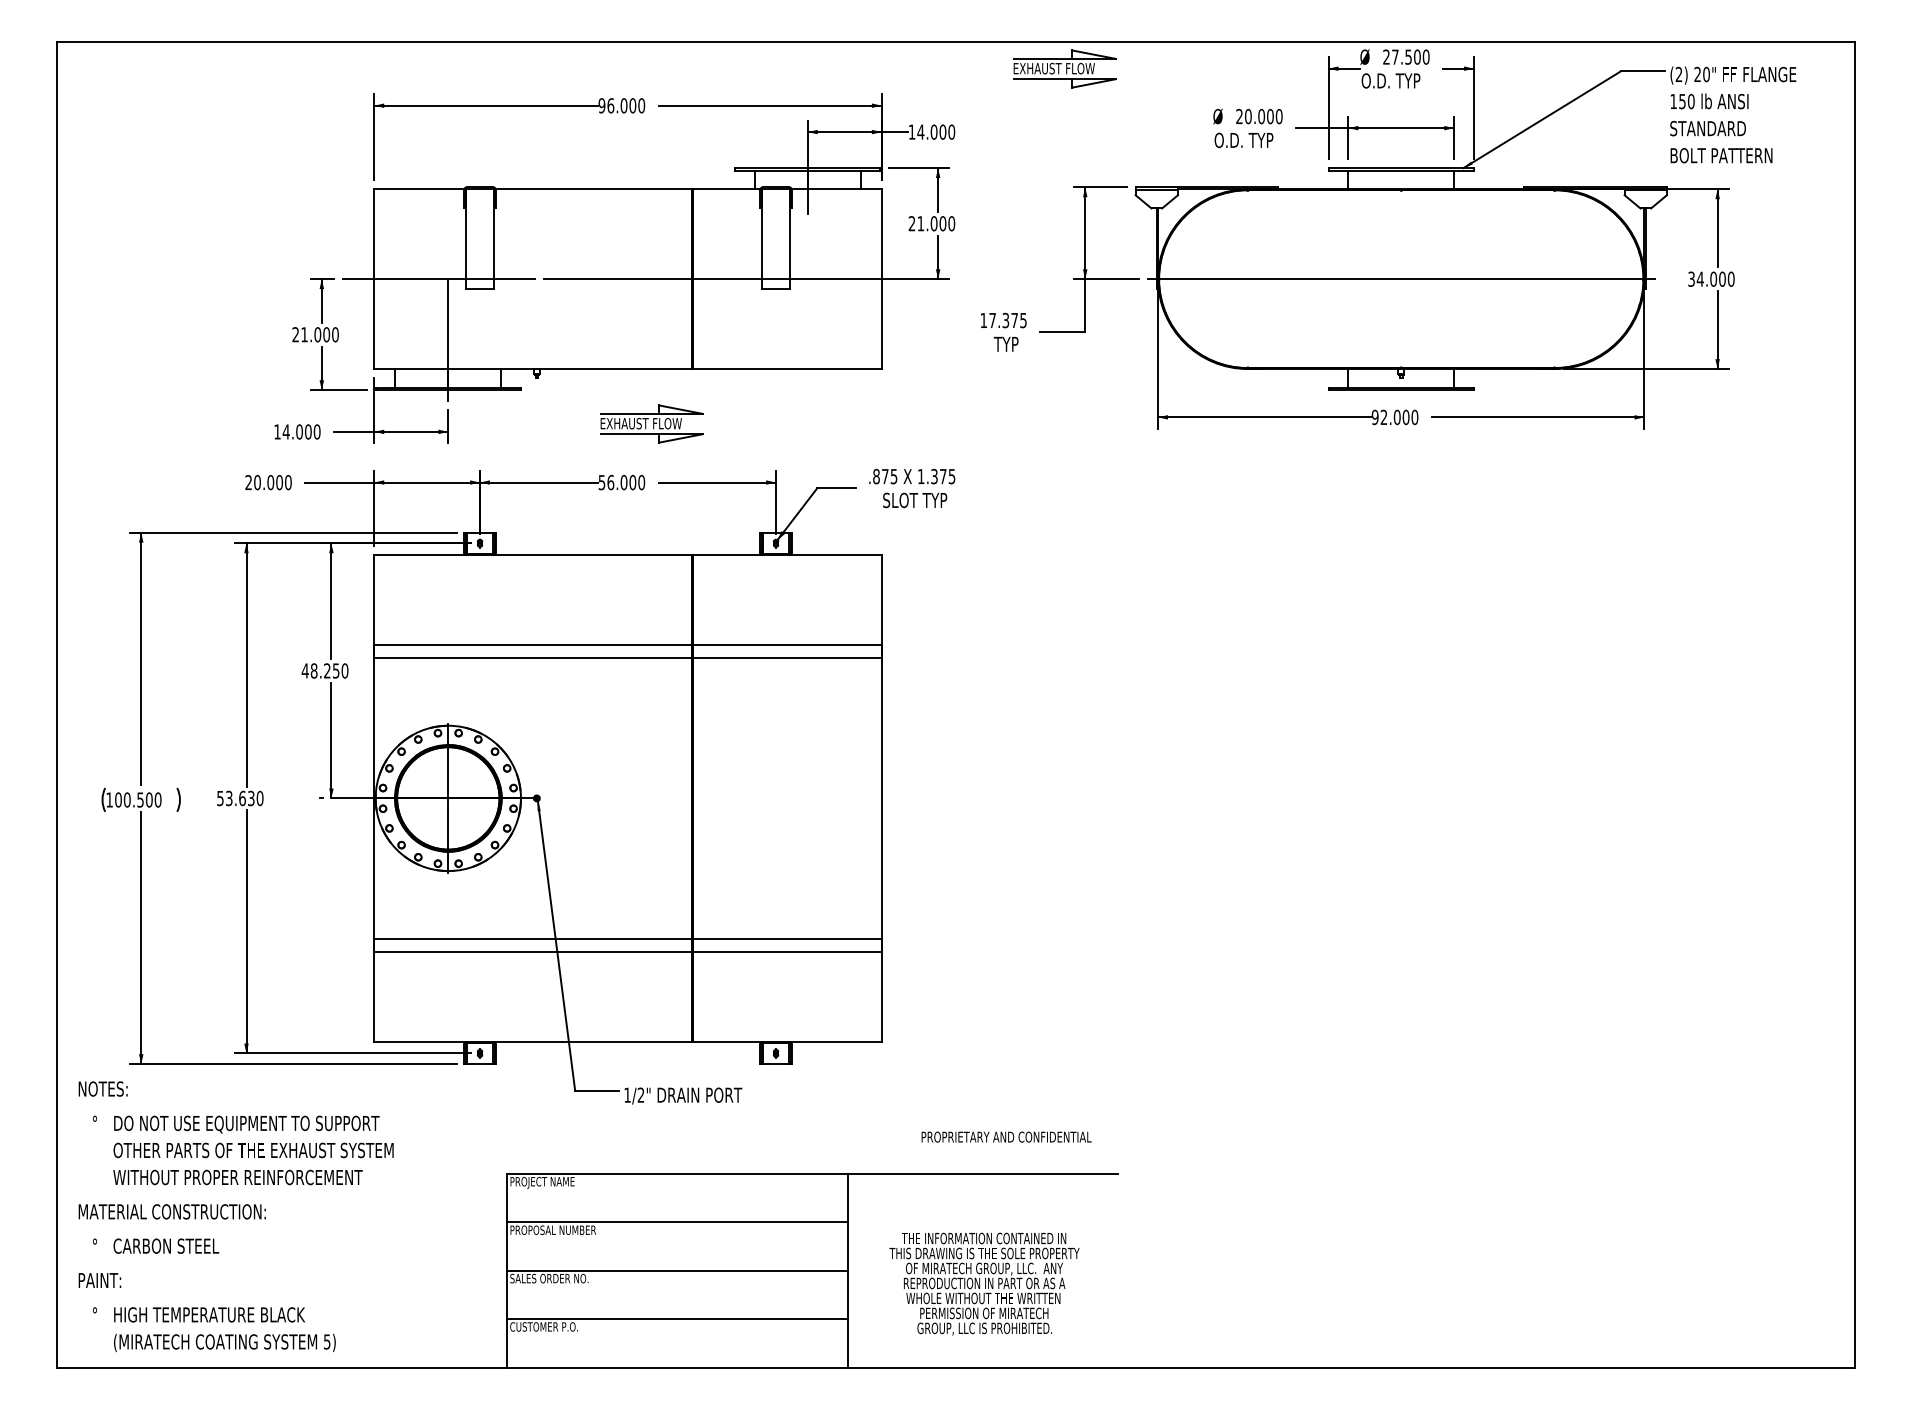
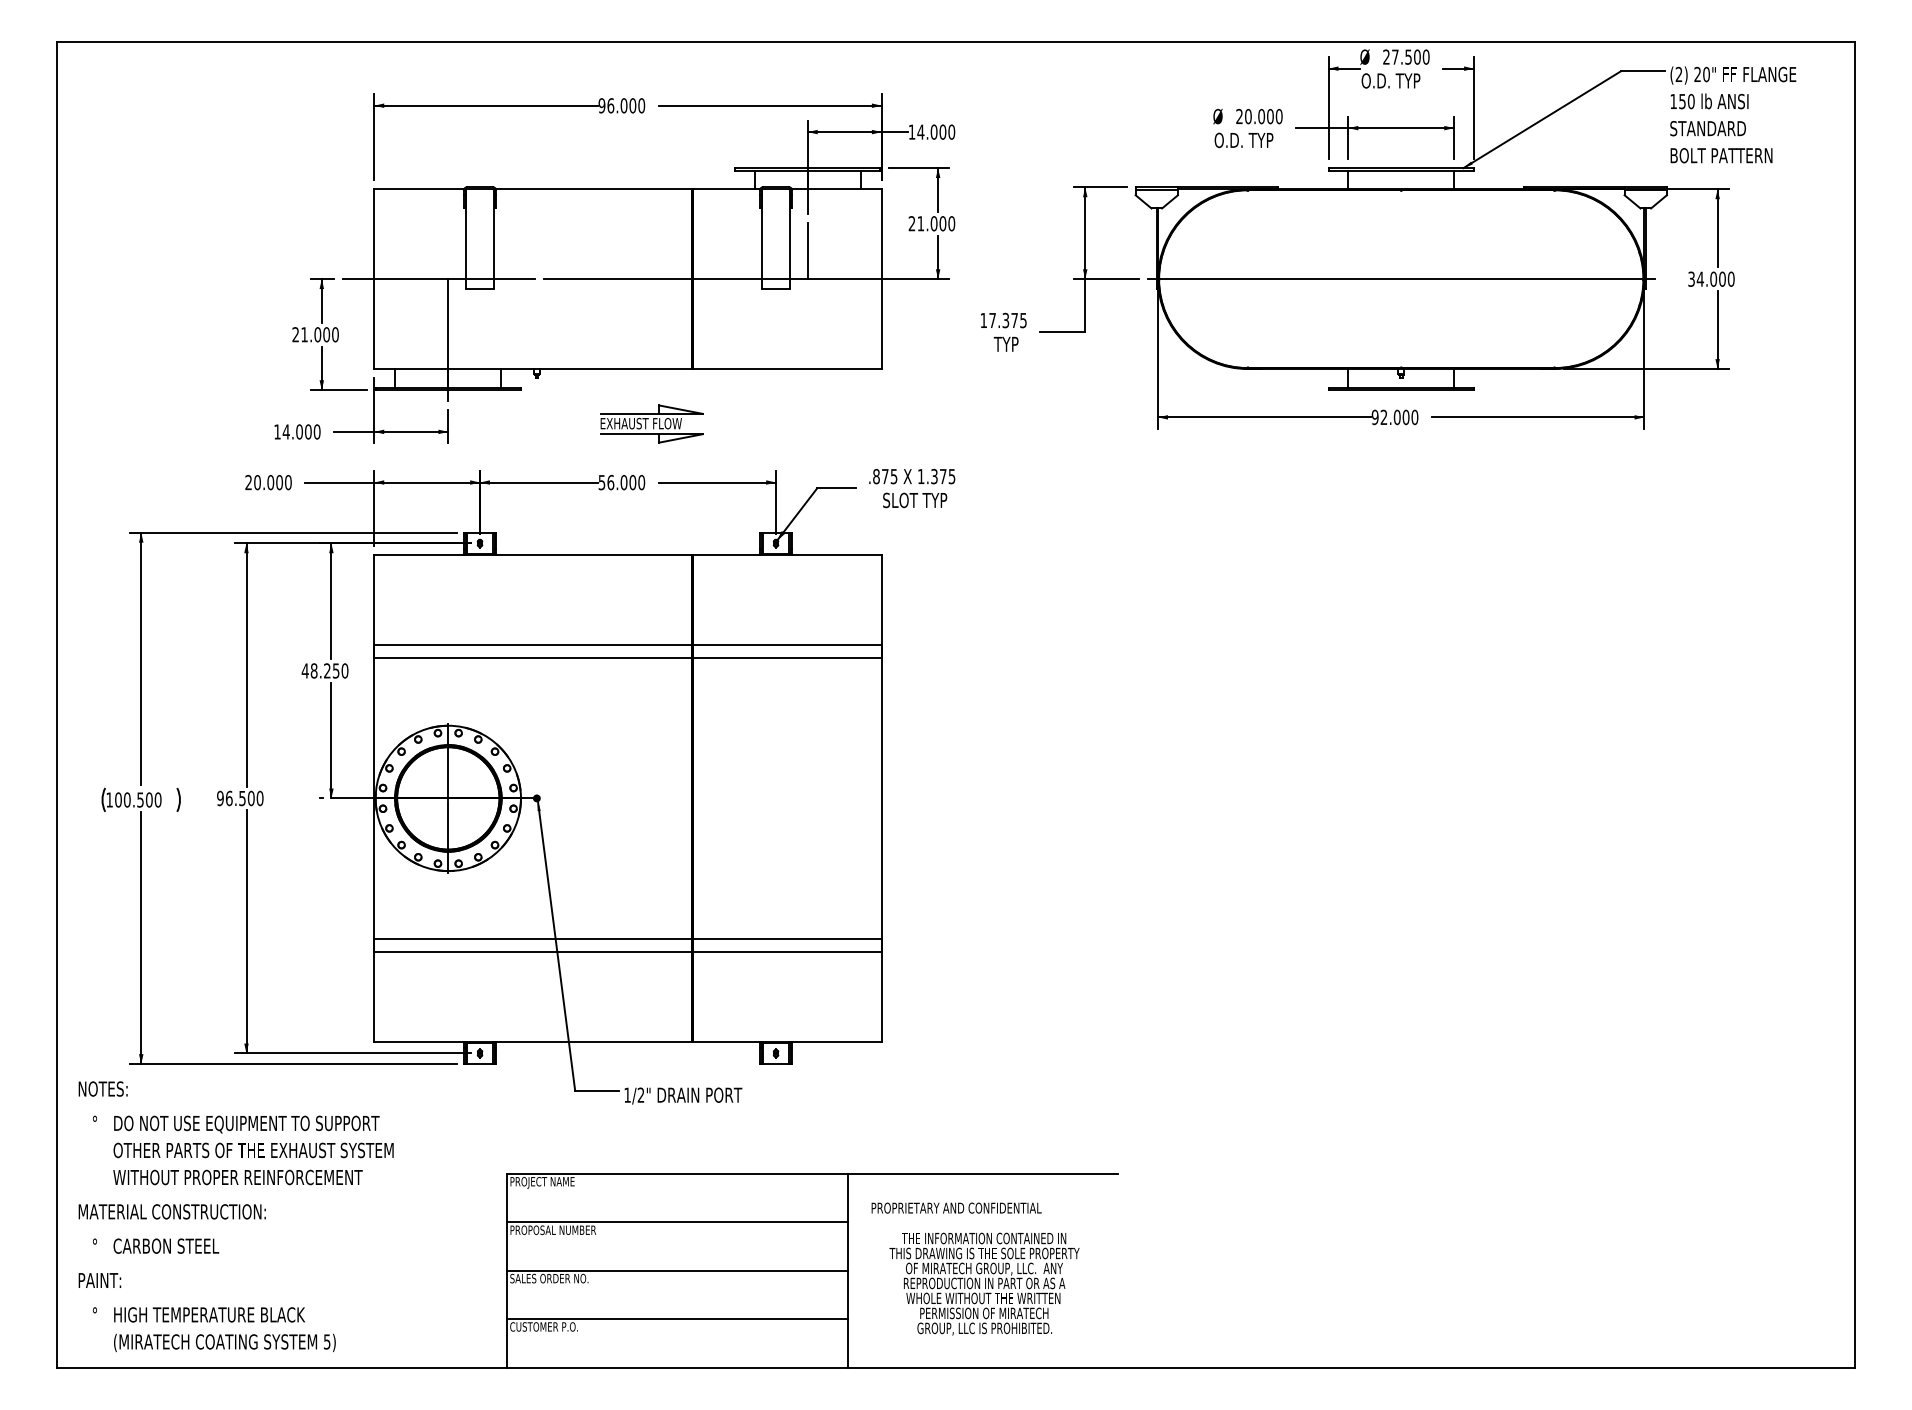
part at (1064, 68): present -> none
line at (807, 250): none -> present
text at (235, 798): 53.630 -> 96.500
text at (1006, 1136) position: (1006, 1136) -> (956, 1207)
